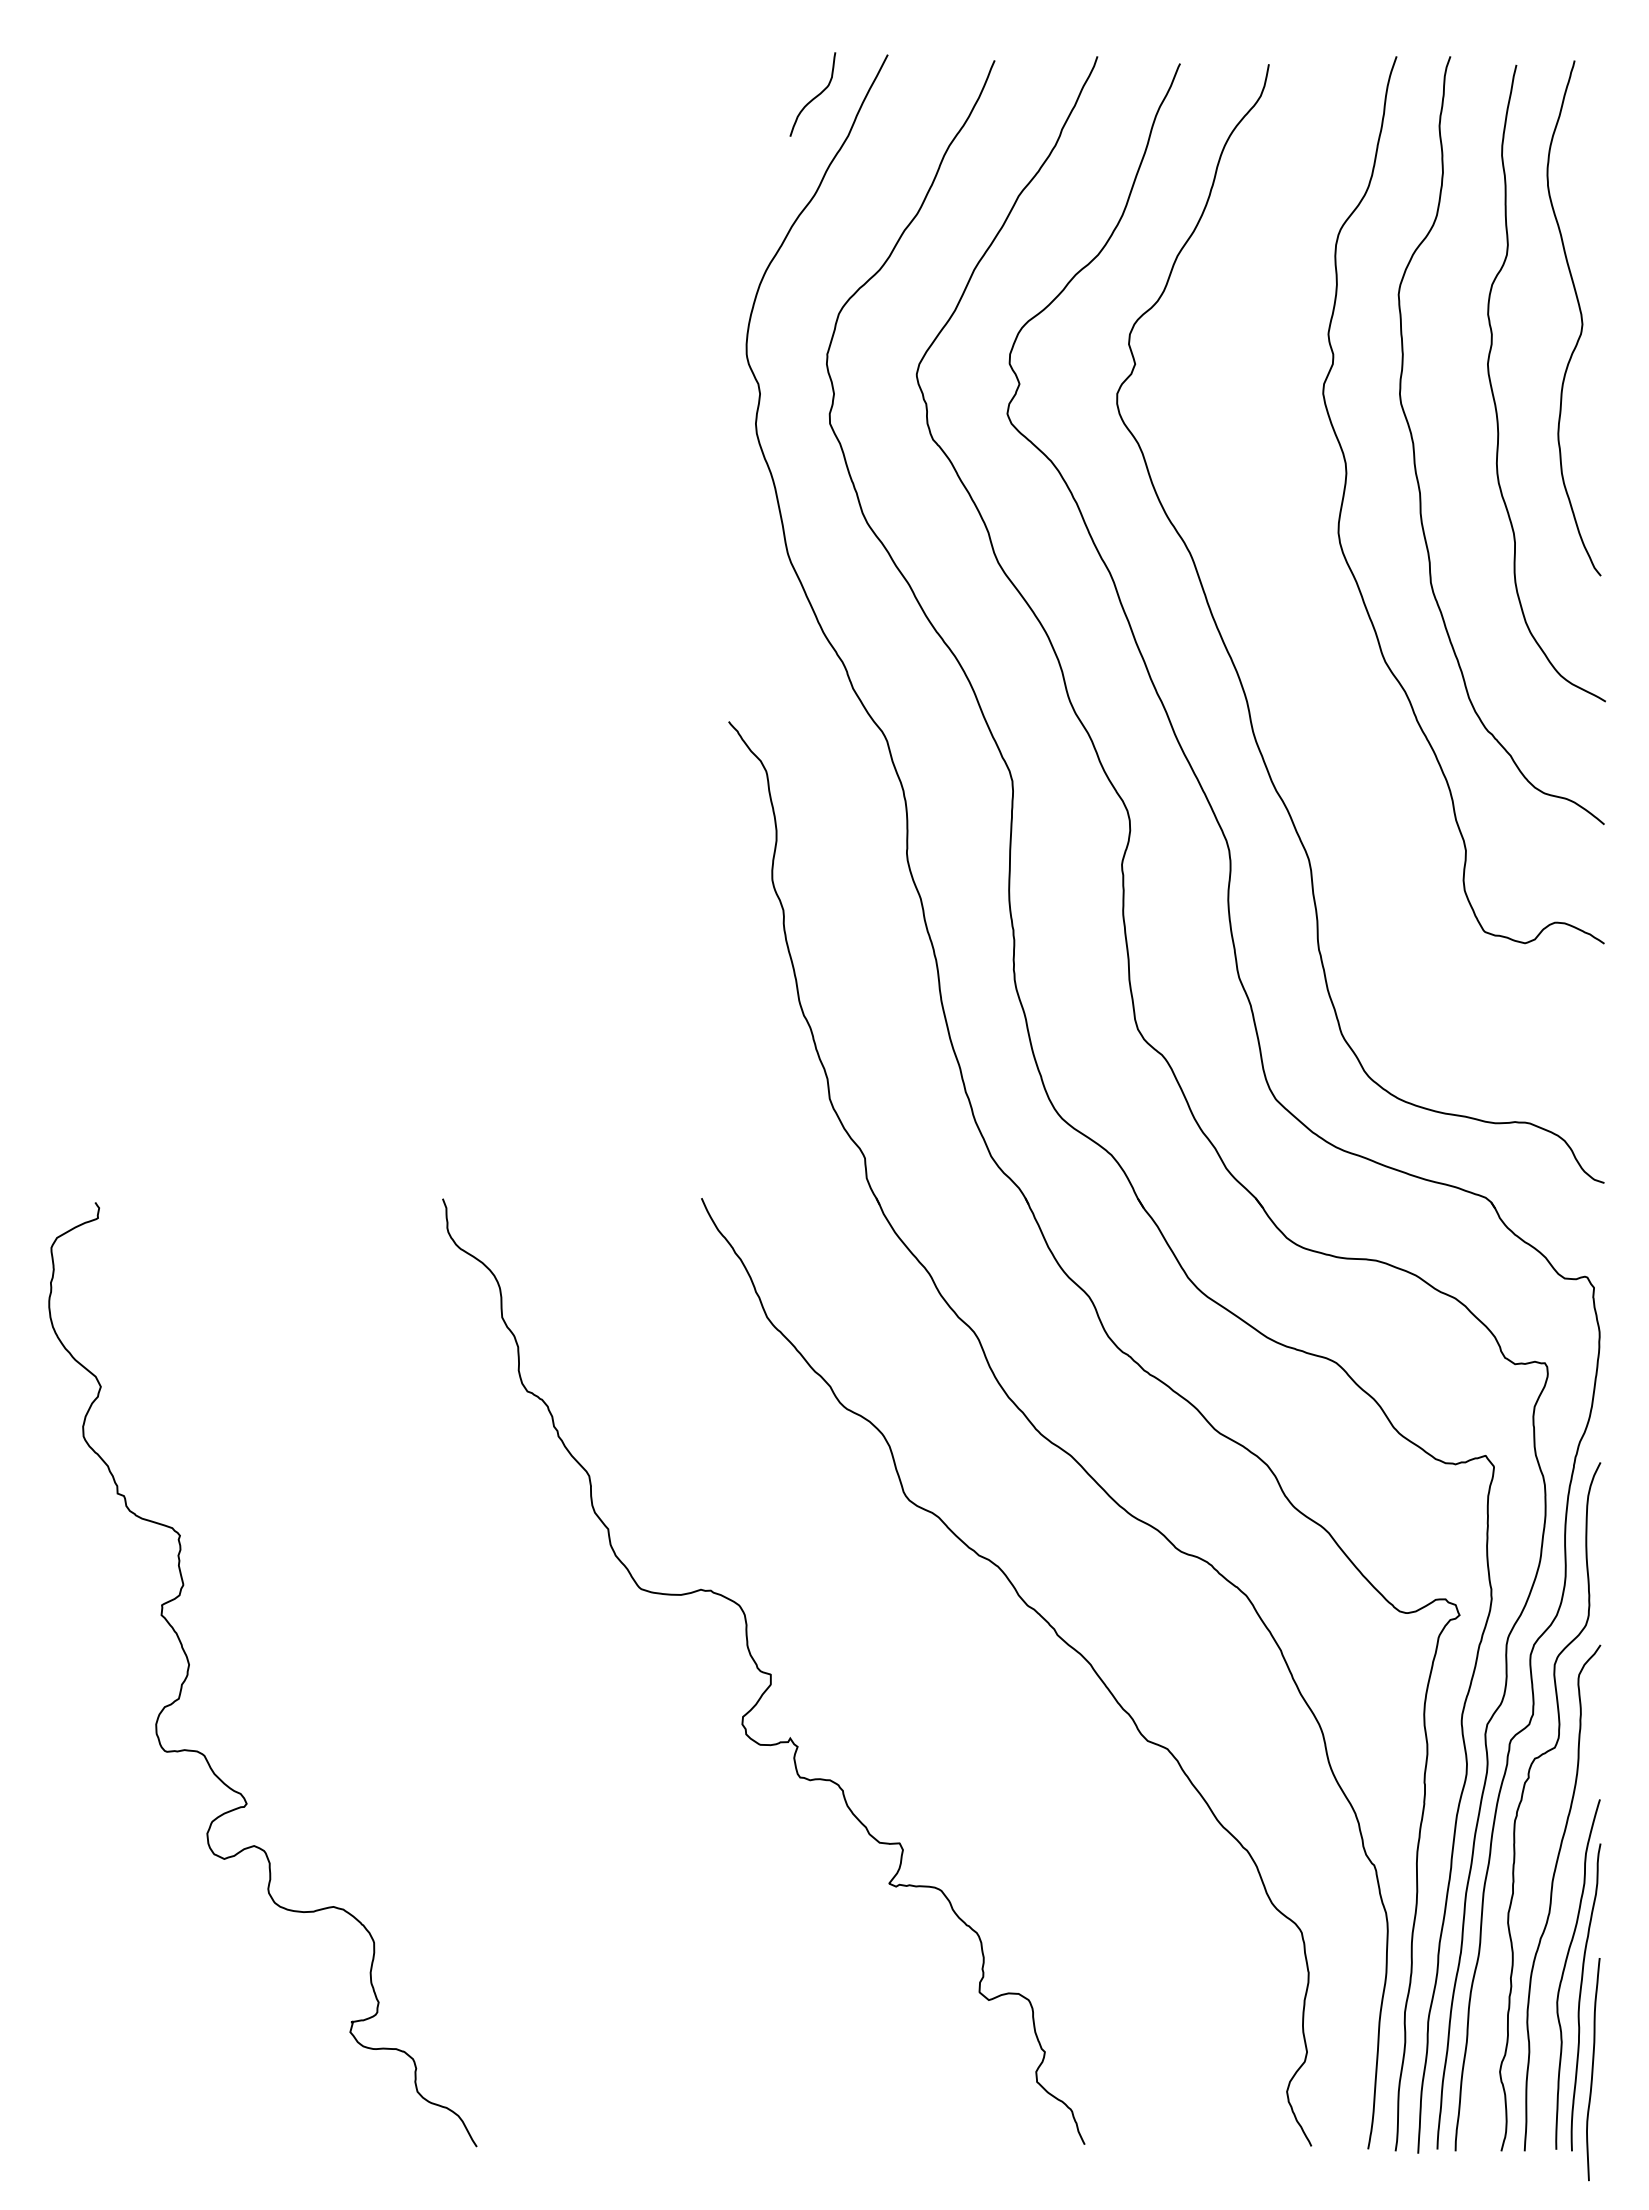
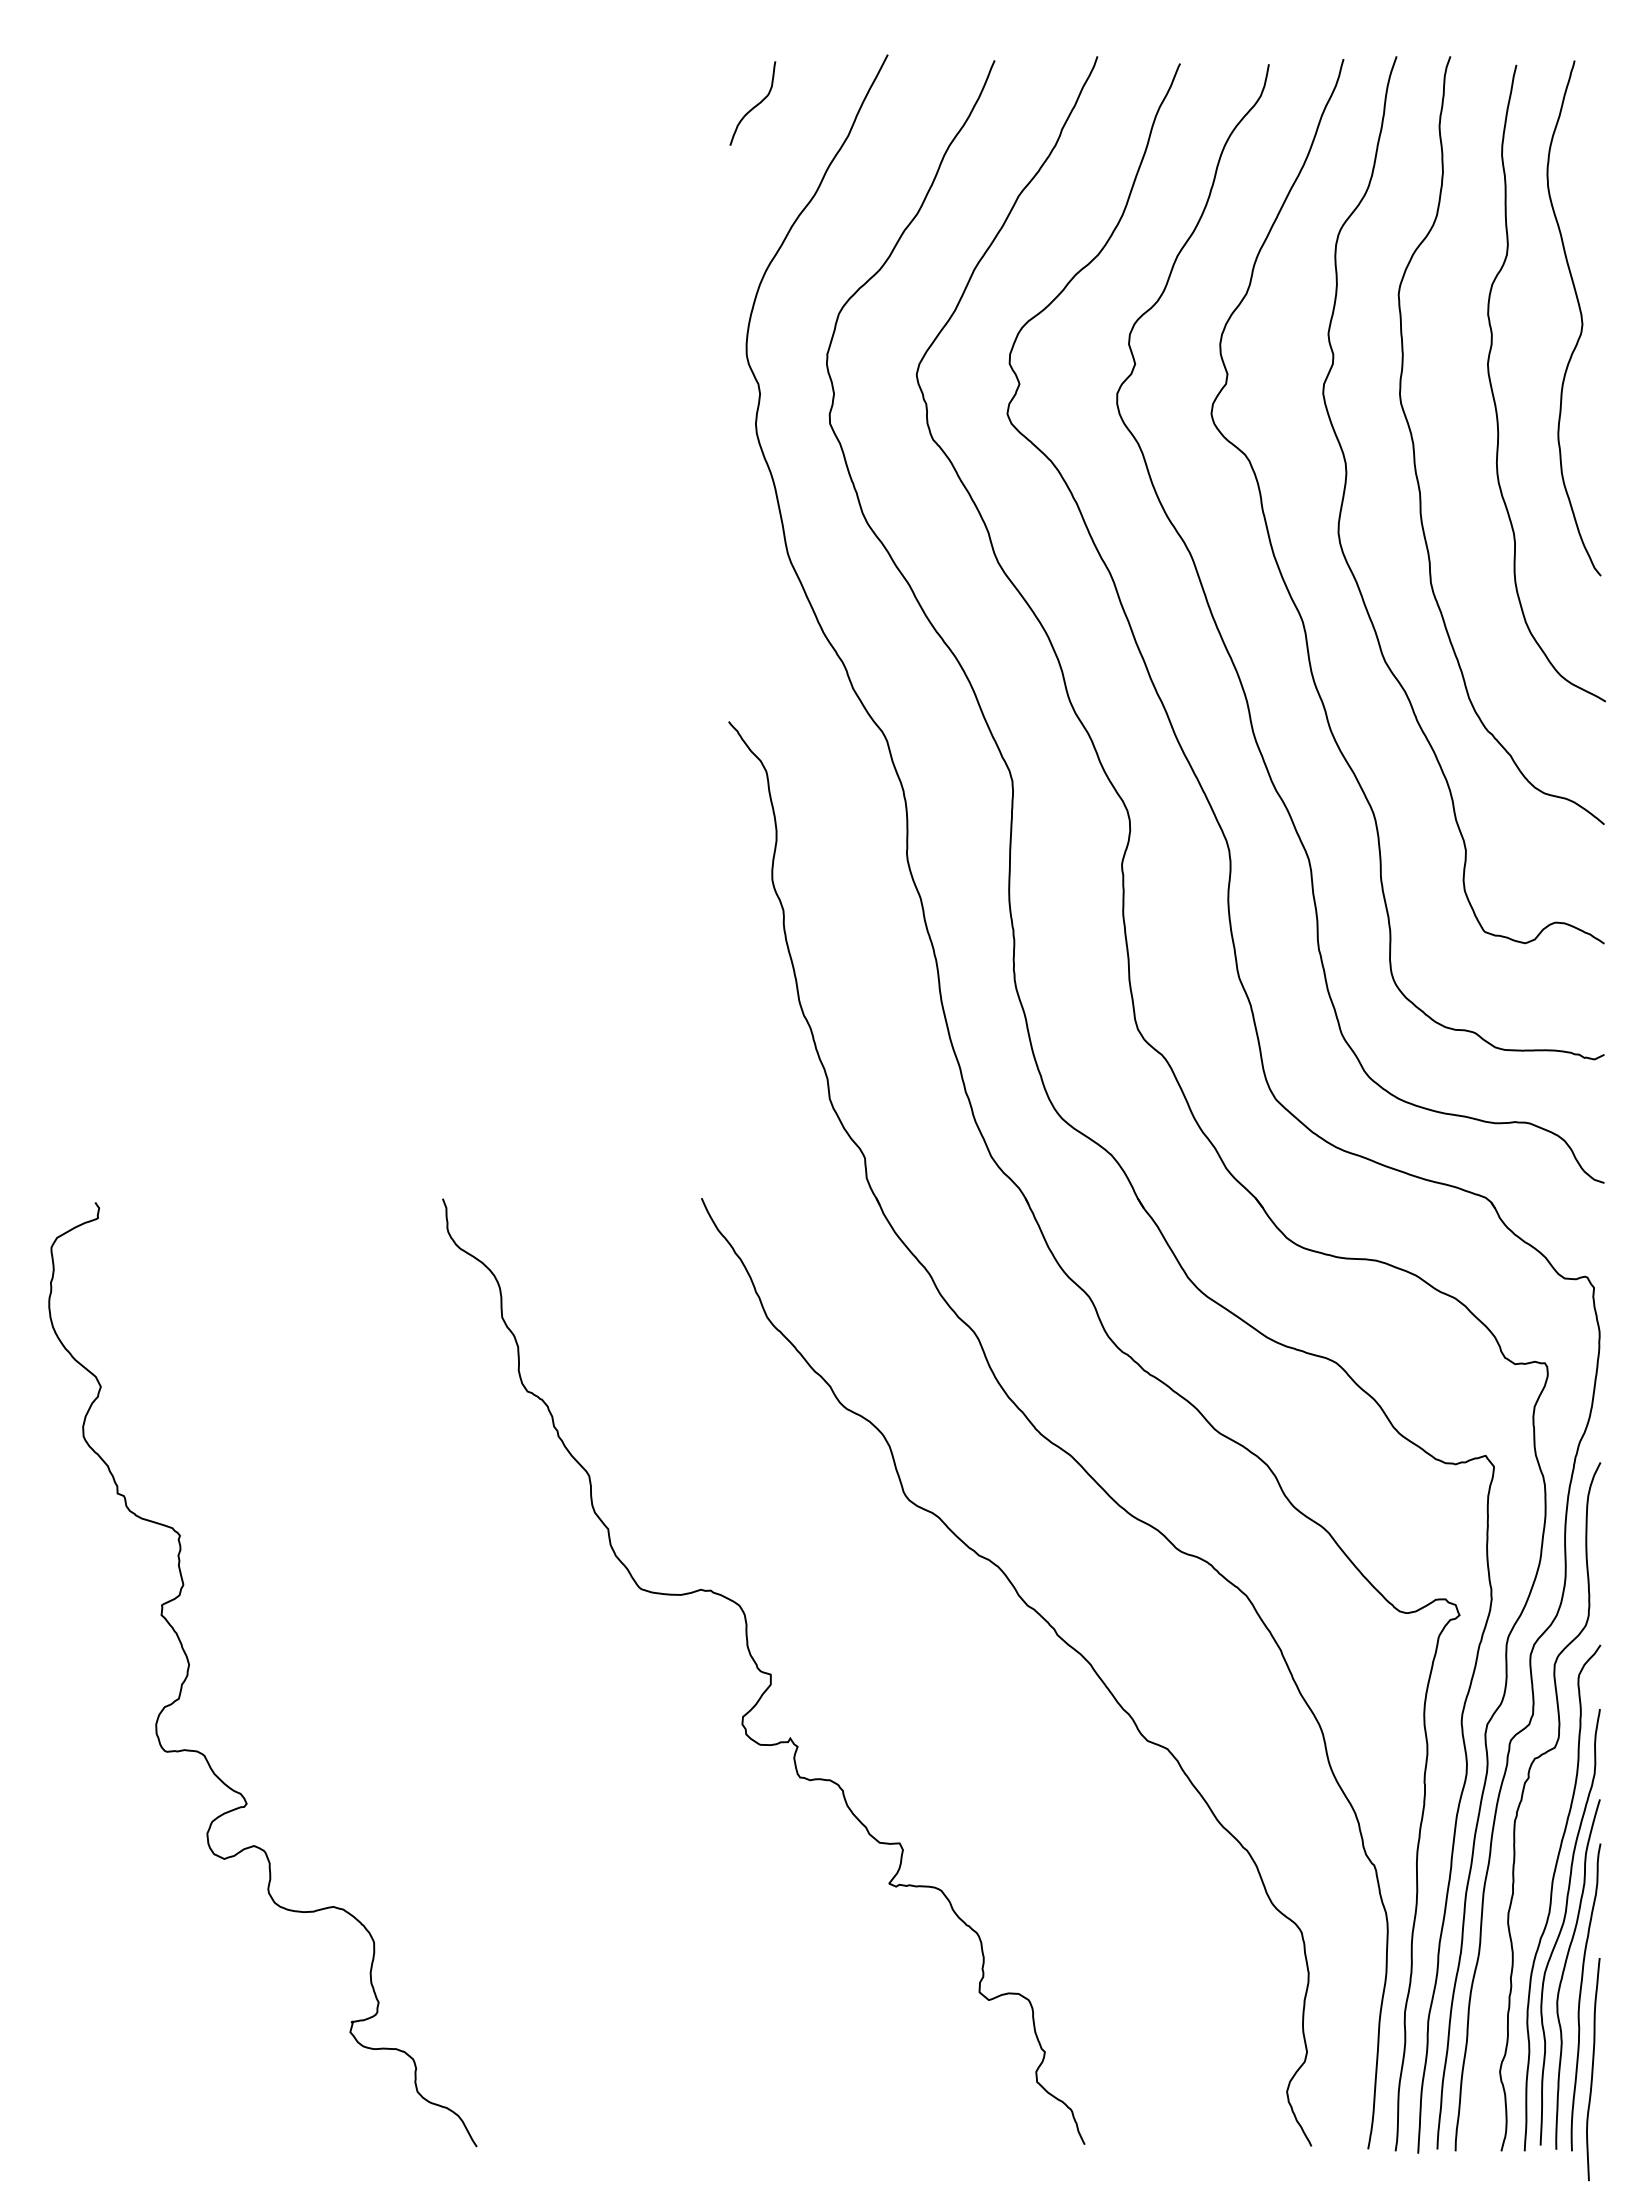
curve at (813, 97) position: (813, 97) -> (753, 106)
curve at (1300, 613): none -> present
curve at (1563, 1926): none -> present
